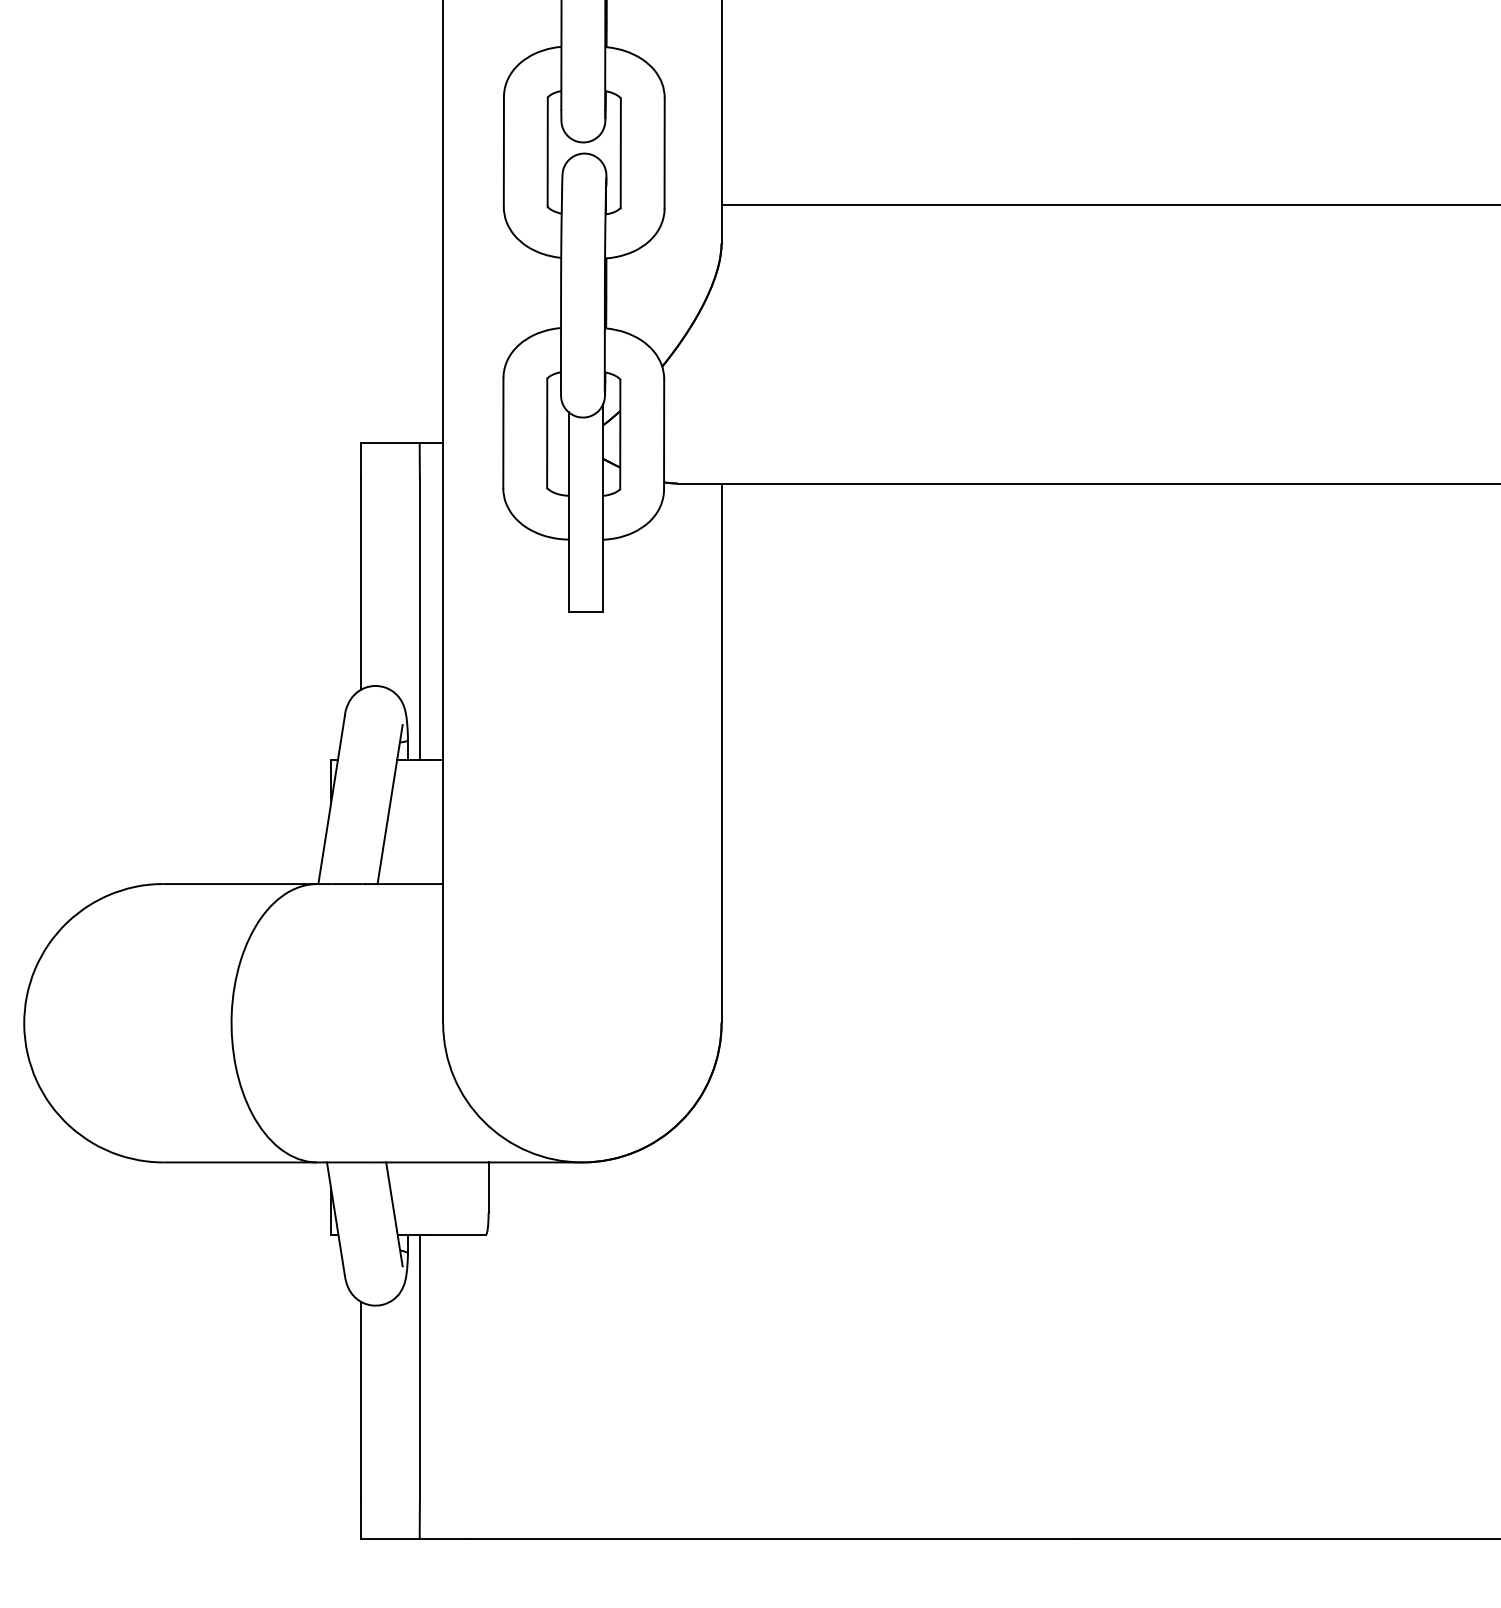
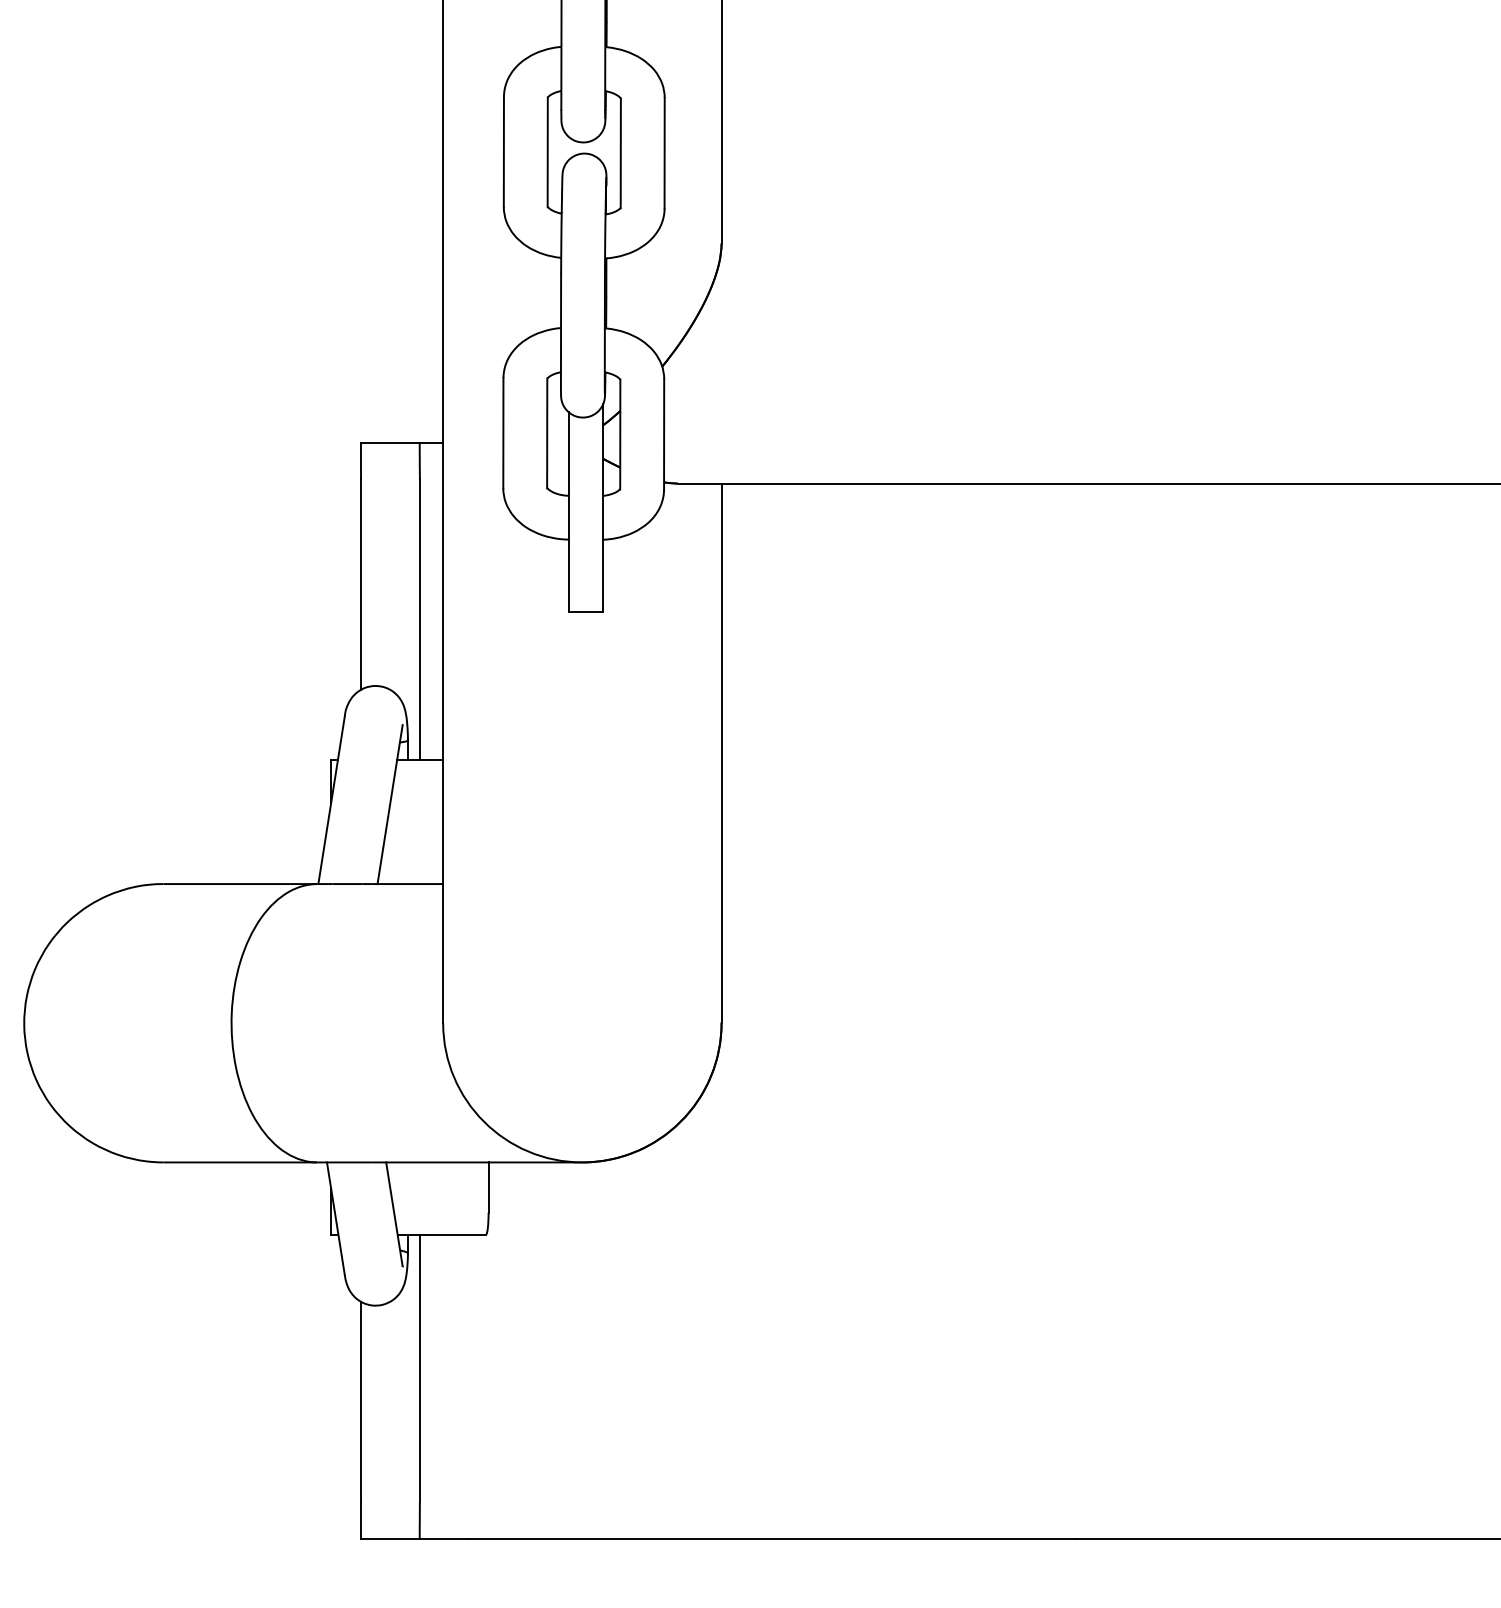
line at (1109, 205): present -> none
